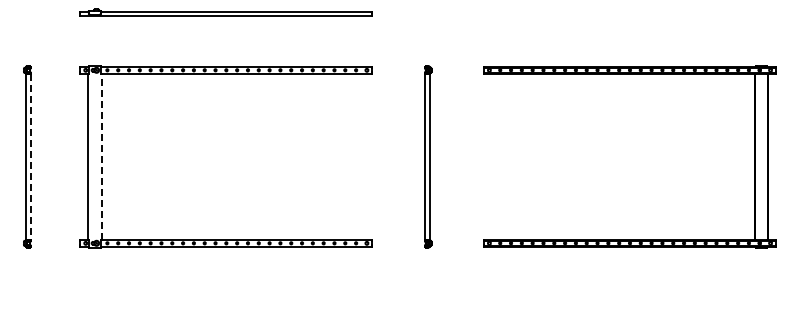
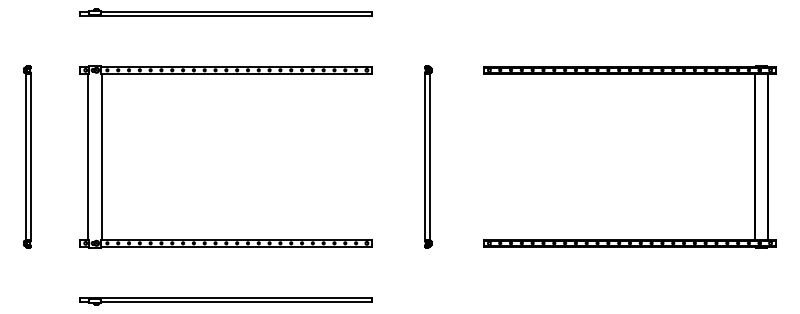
line at (30, 156): dashed -> solid
line at (101, 156): dashed -> solid
part at (225, 301): none -> present
